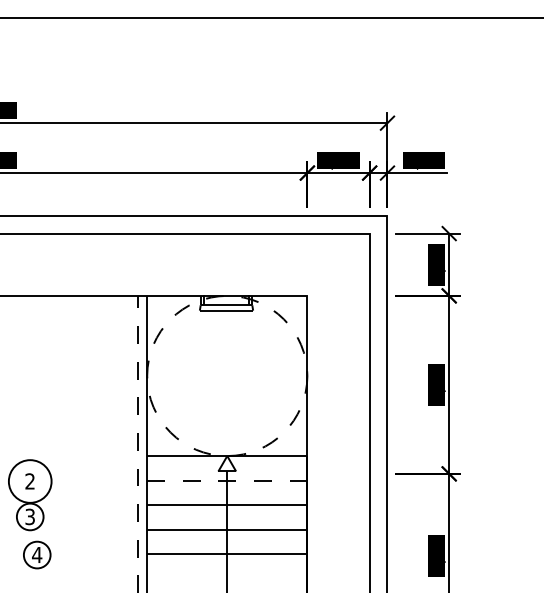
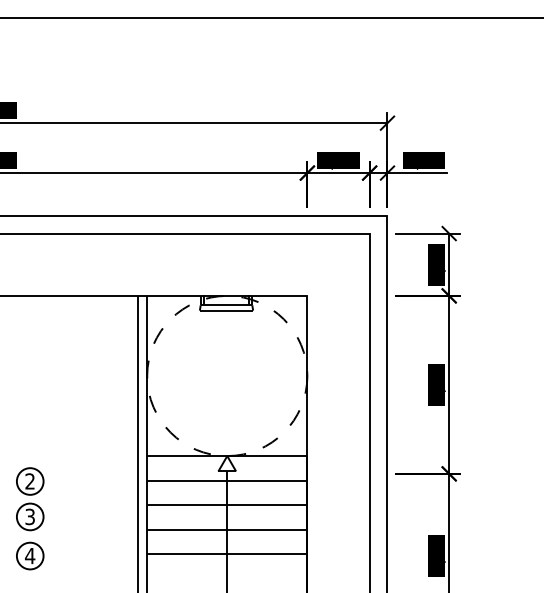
line at (138, 443): dashed -> solid
line at (227, 480): dashed -> solid
circle at (29, 481) diameter: 43 px -> 27 px
part at (37, 554) position: (37, 554) -> (30, 555)
